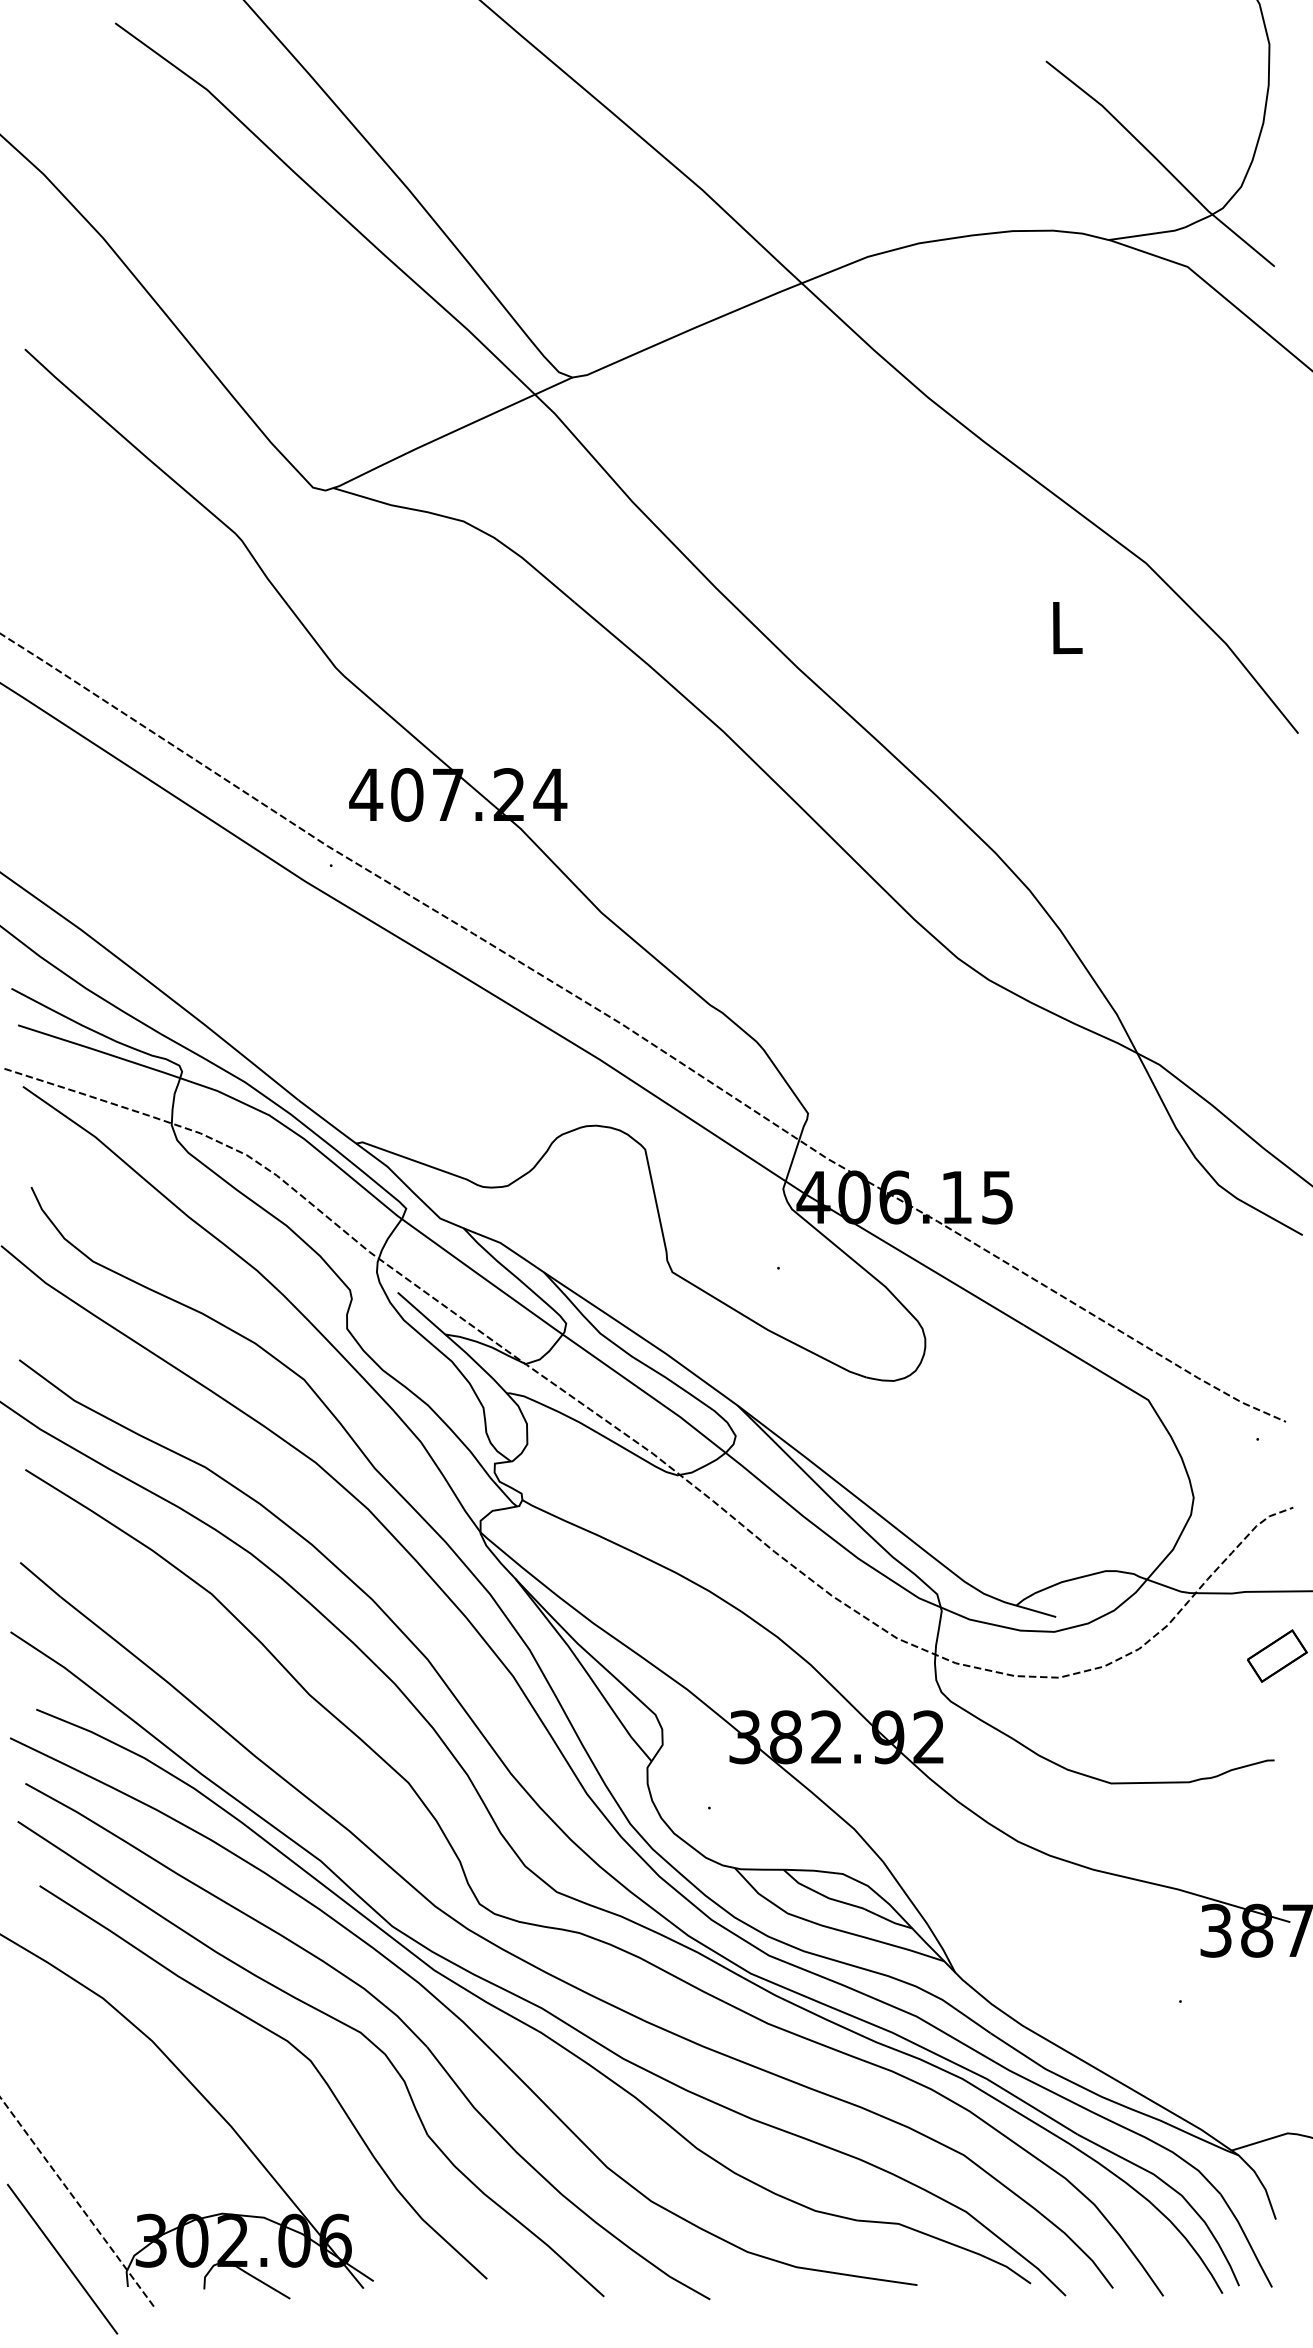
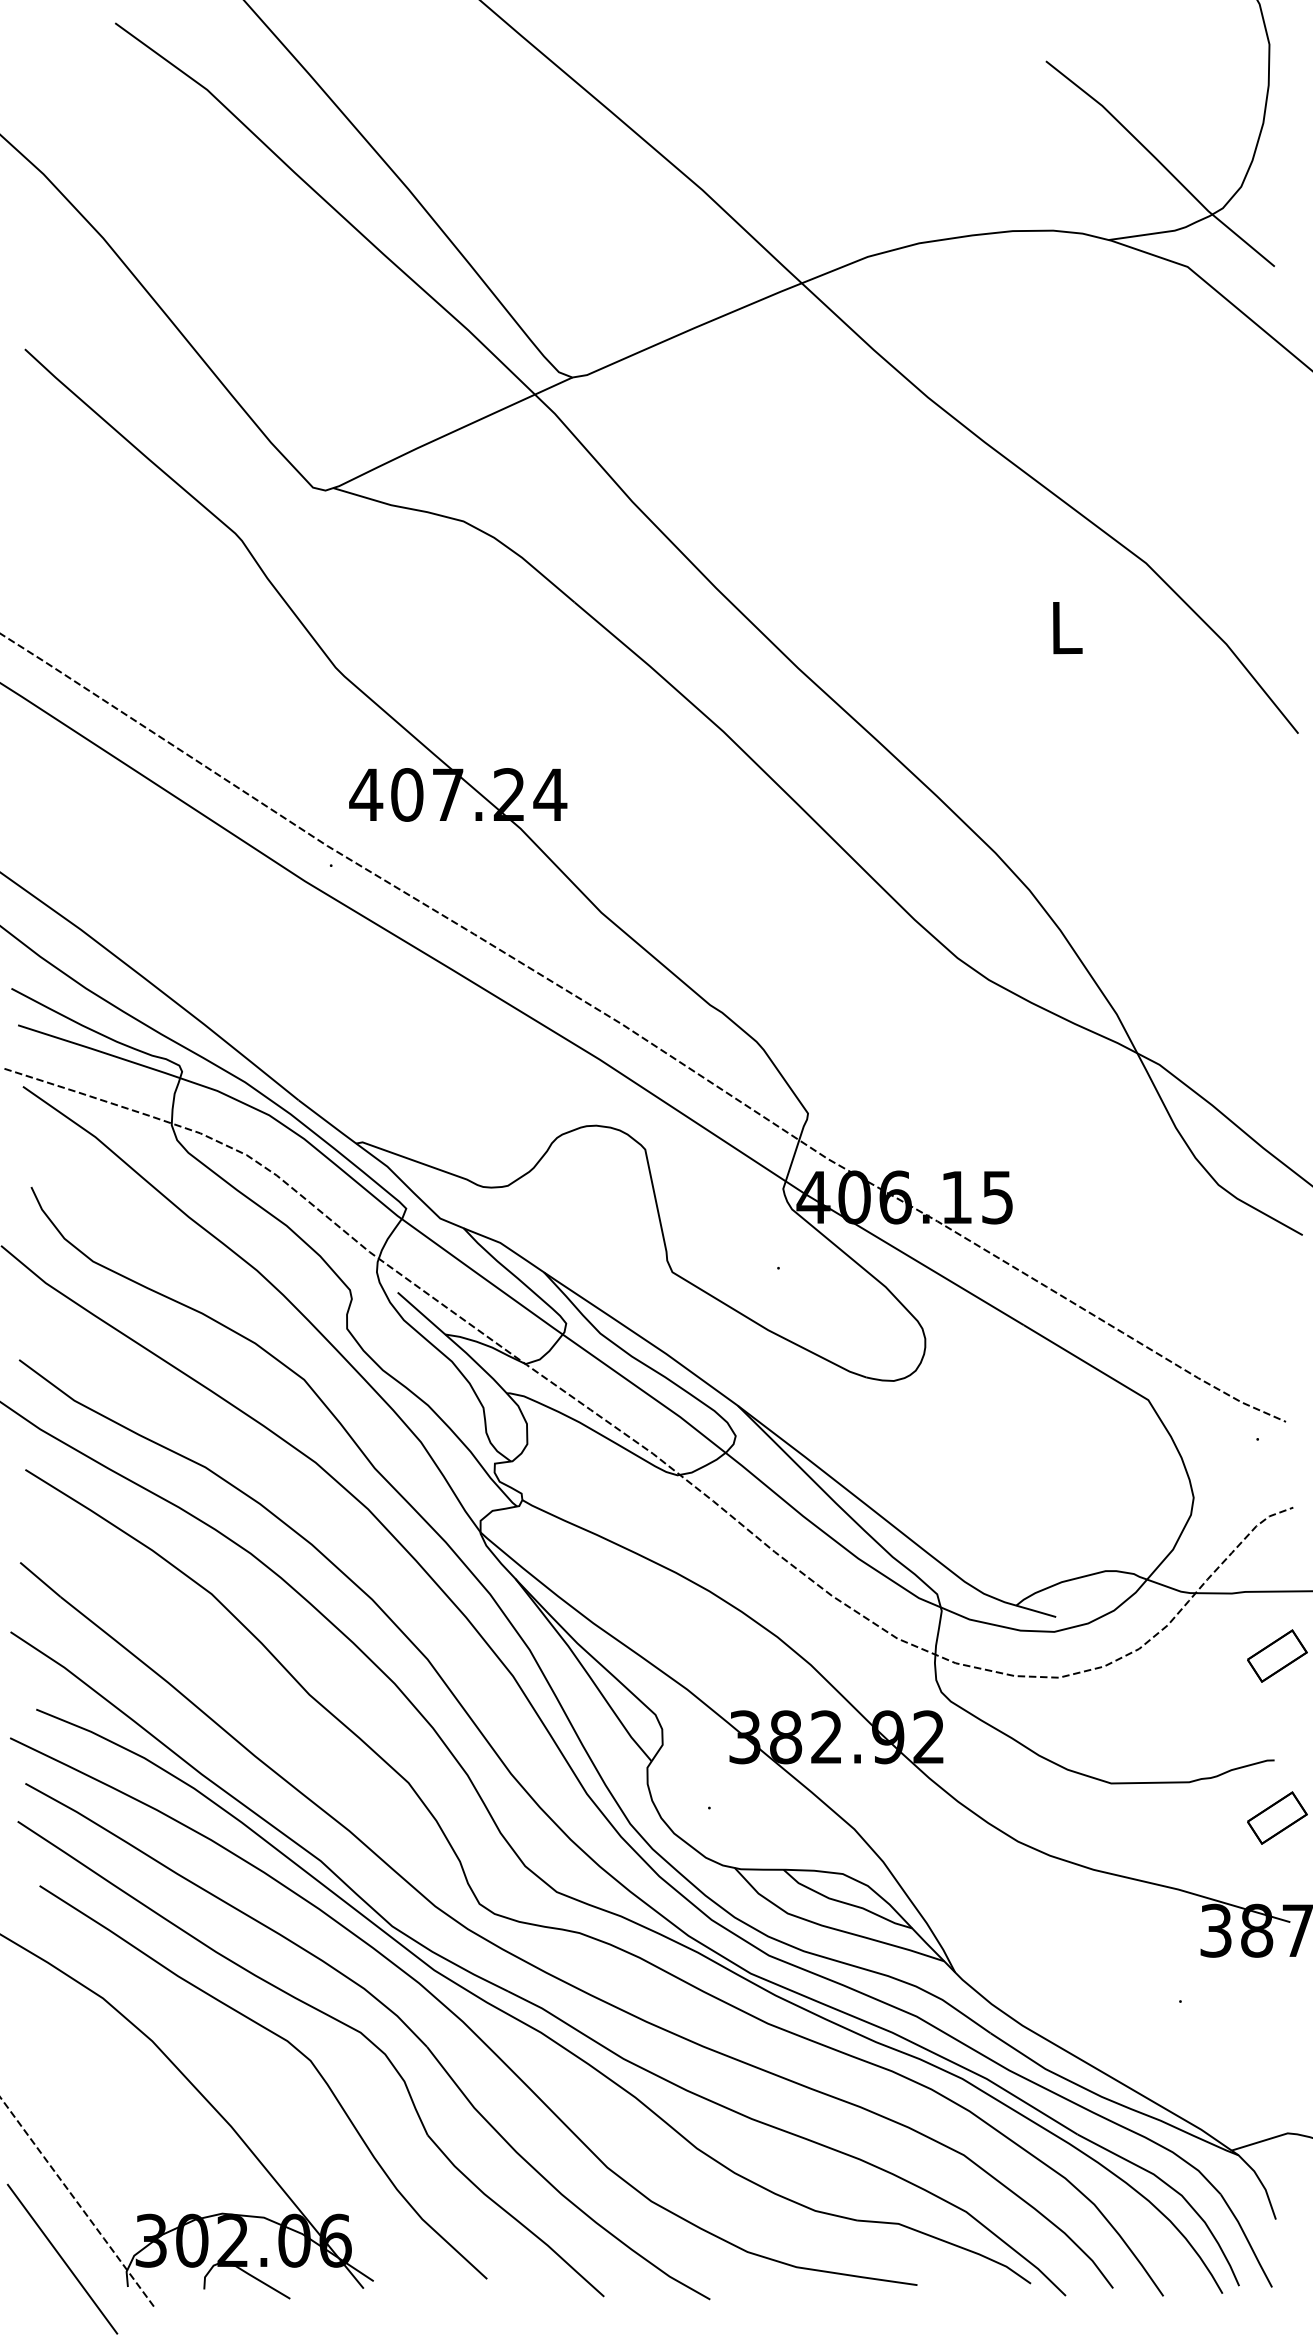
part at (1277, 1817): none -> present
